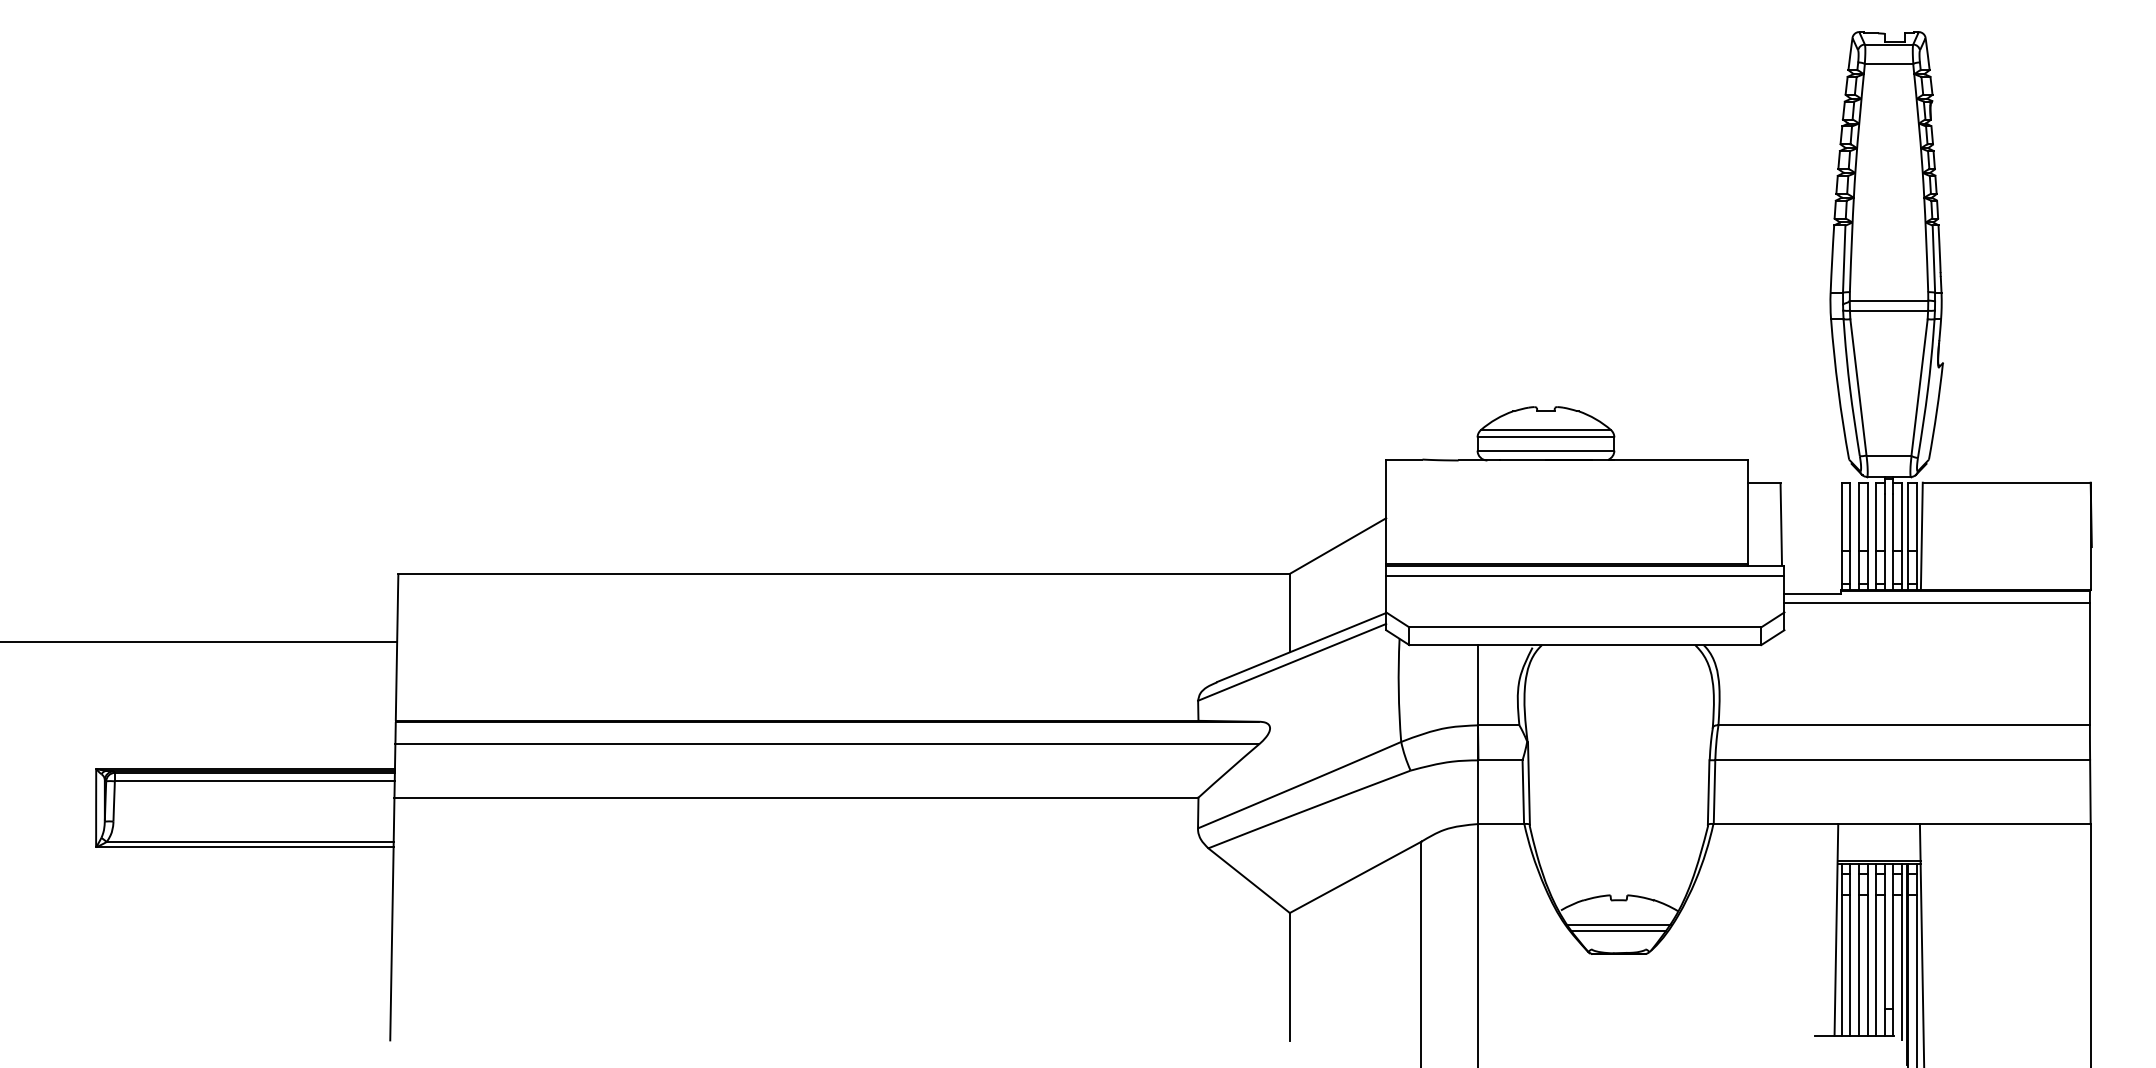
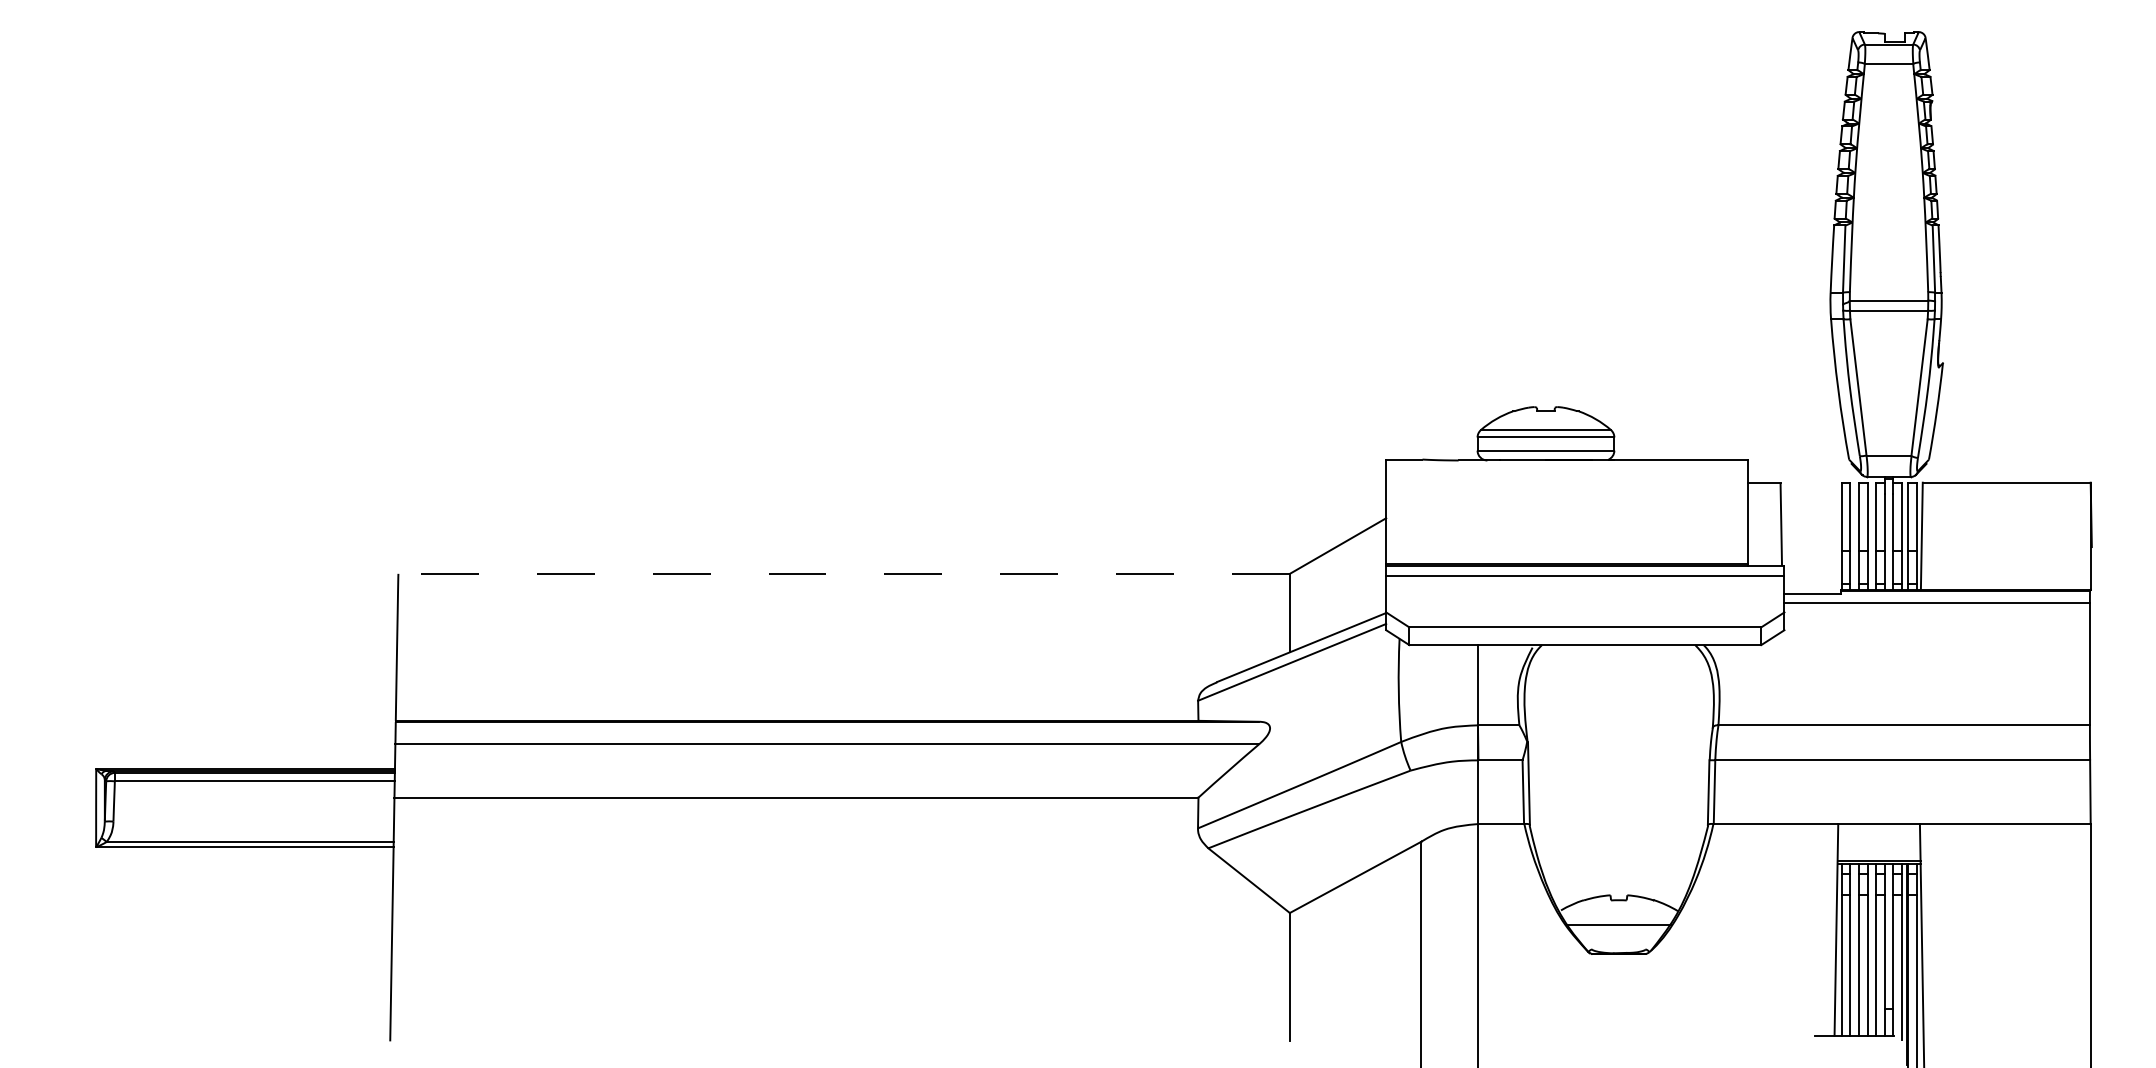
line at (844, 573): solid -> dashed
line at (199, 642): present -> none
line at (1618, 930): present -> none
